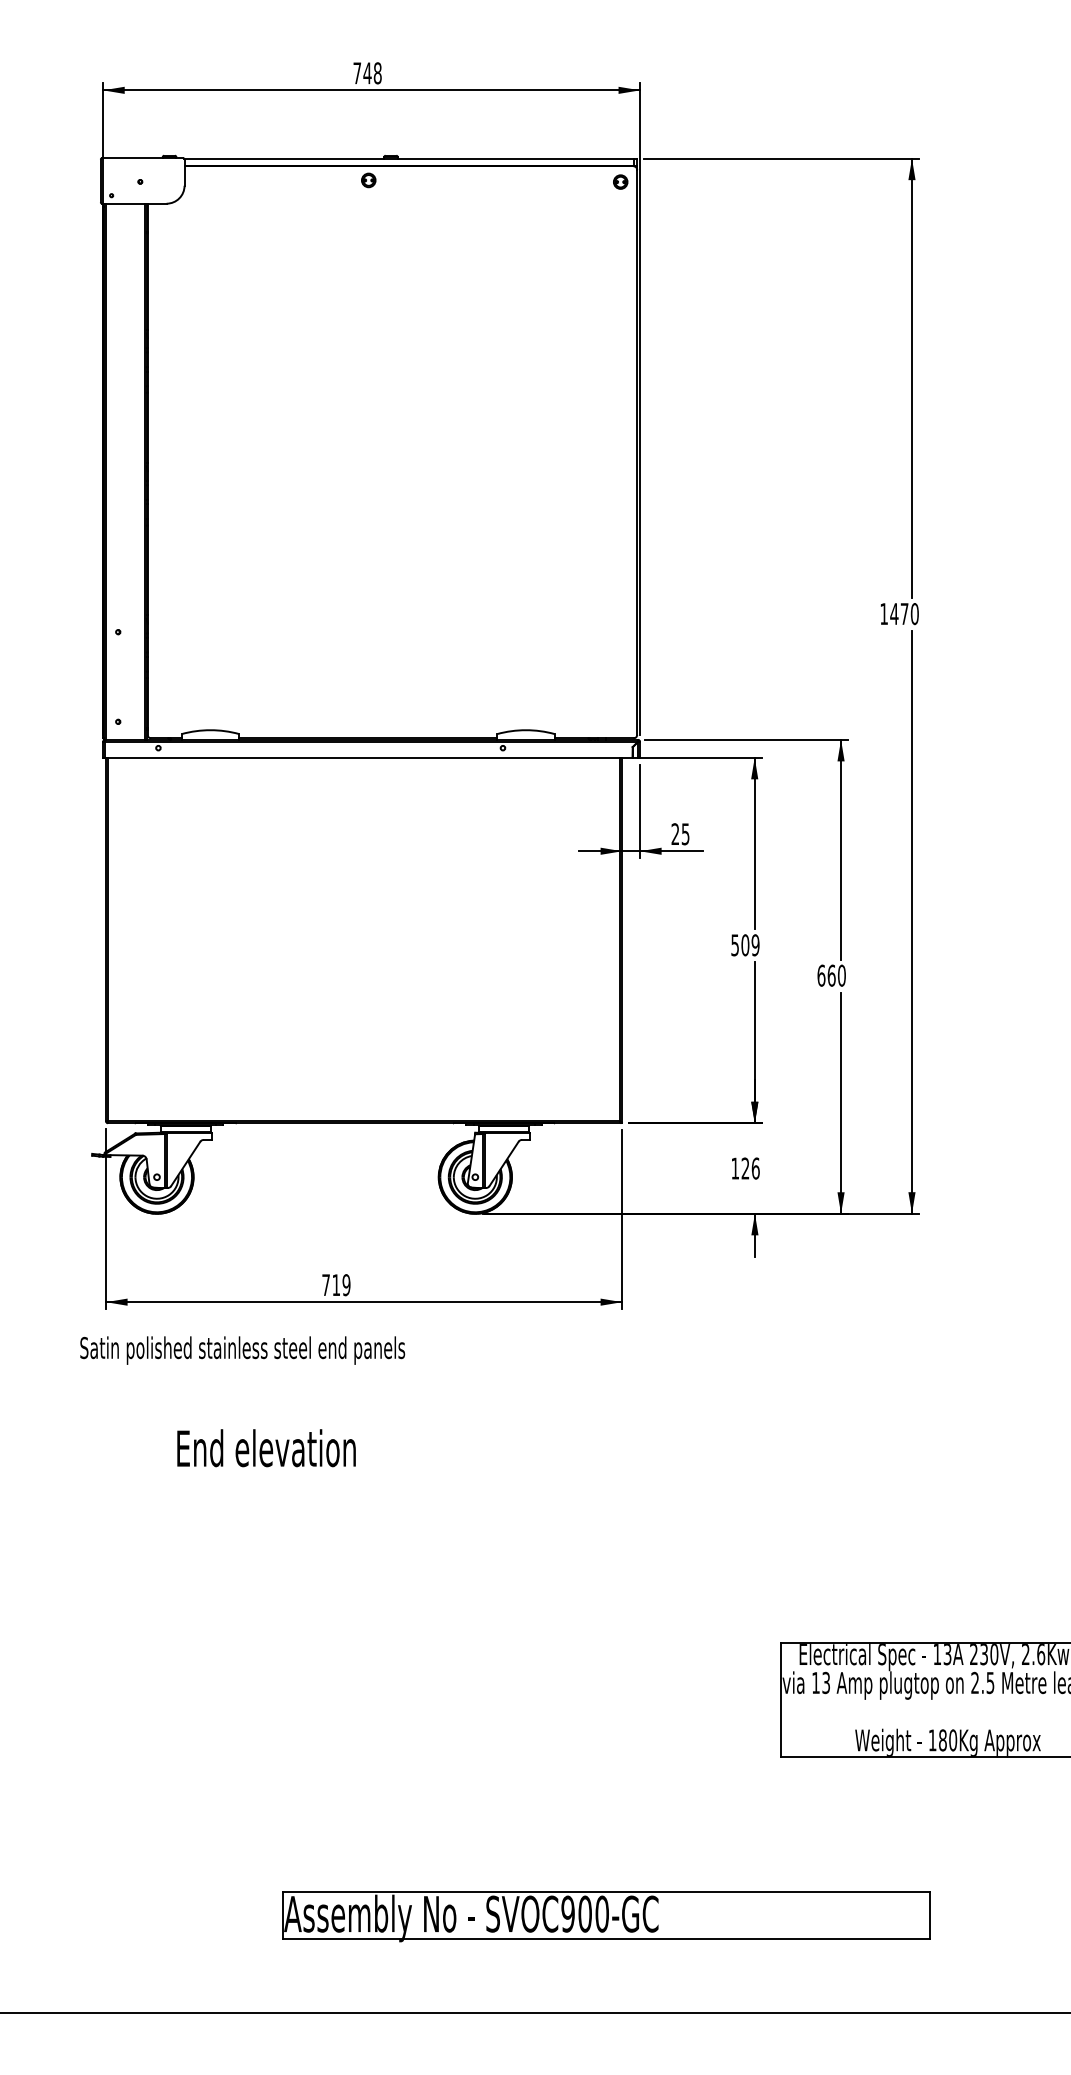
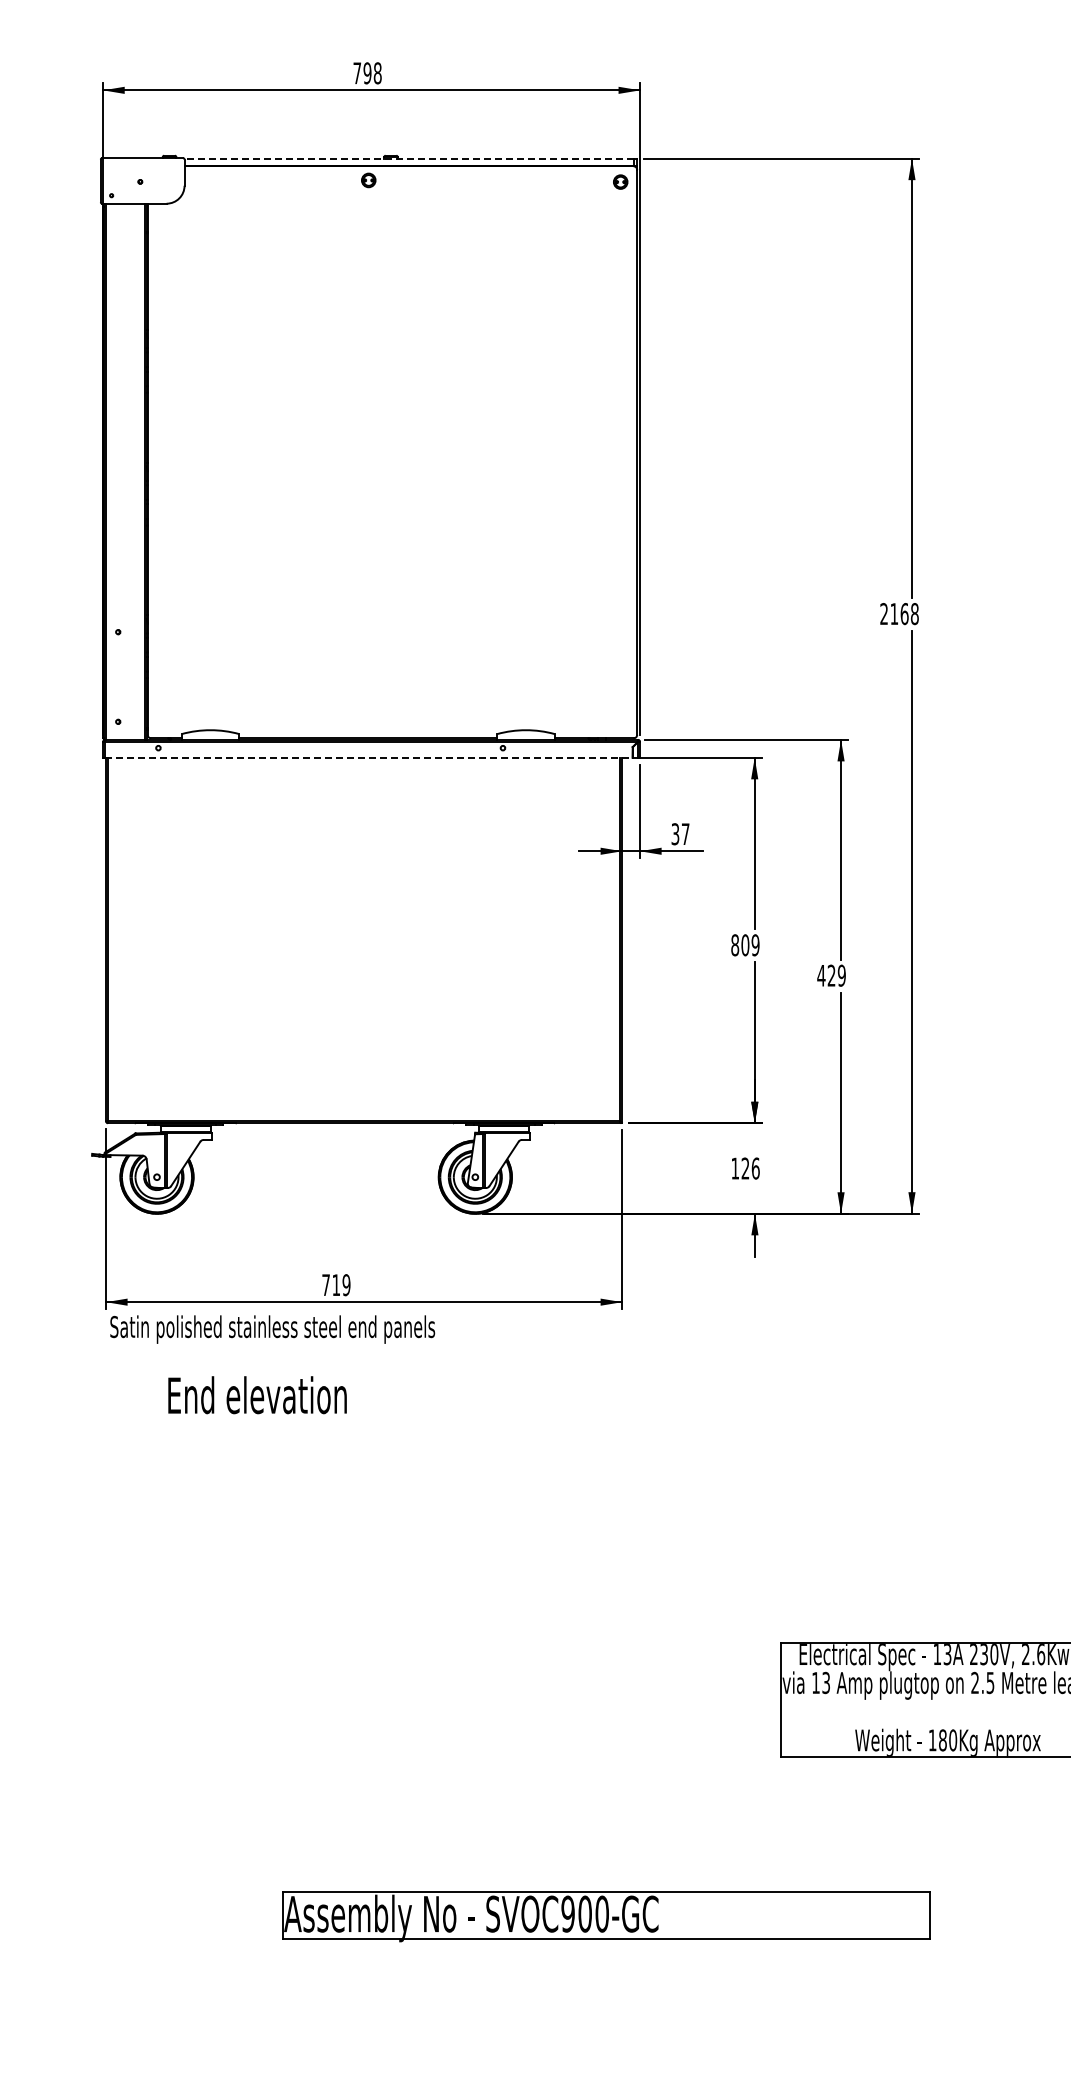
text at (367, 73): 748 -> 798
line at (408, 158): solid -> dashed
text at (899, 614): 1470 -> 2168
line at (368, 757): solid -> dashed
text at (680, 834): 25 -> 37
text at (735, 945): 509 -> 809
text at (831, 975): 660 -> 429
text at (242, 1350) position: (242, 1350) -> (272, 1329)
text at (266, 1448) position: (266, 1448) -> (257, 1395)
line at (534, 2012): present -> none
